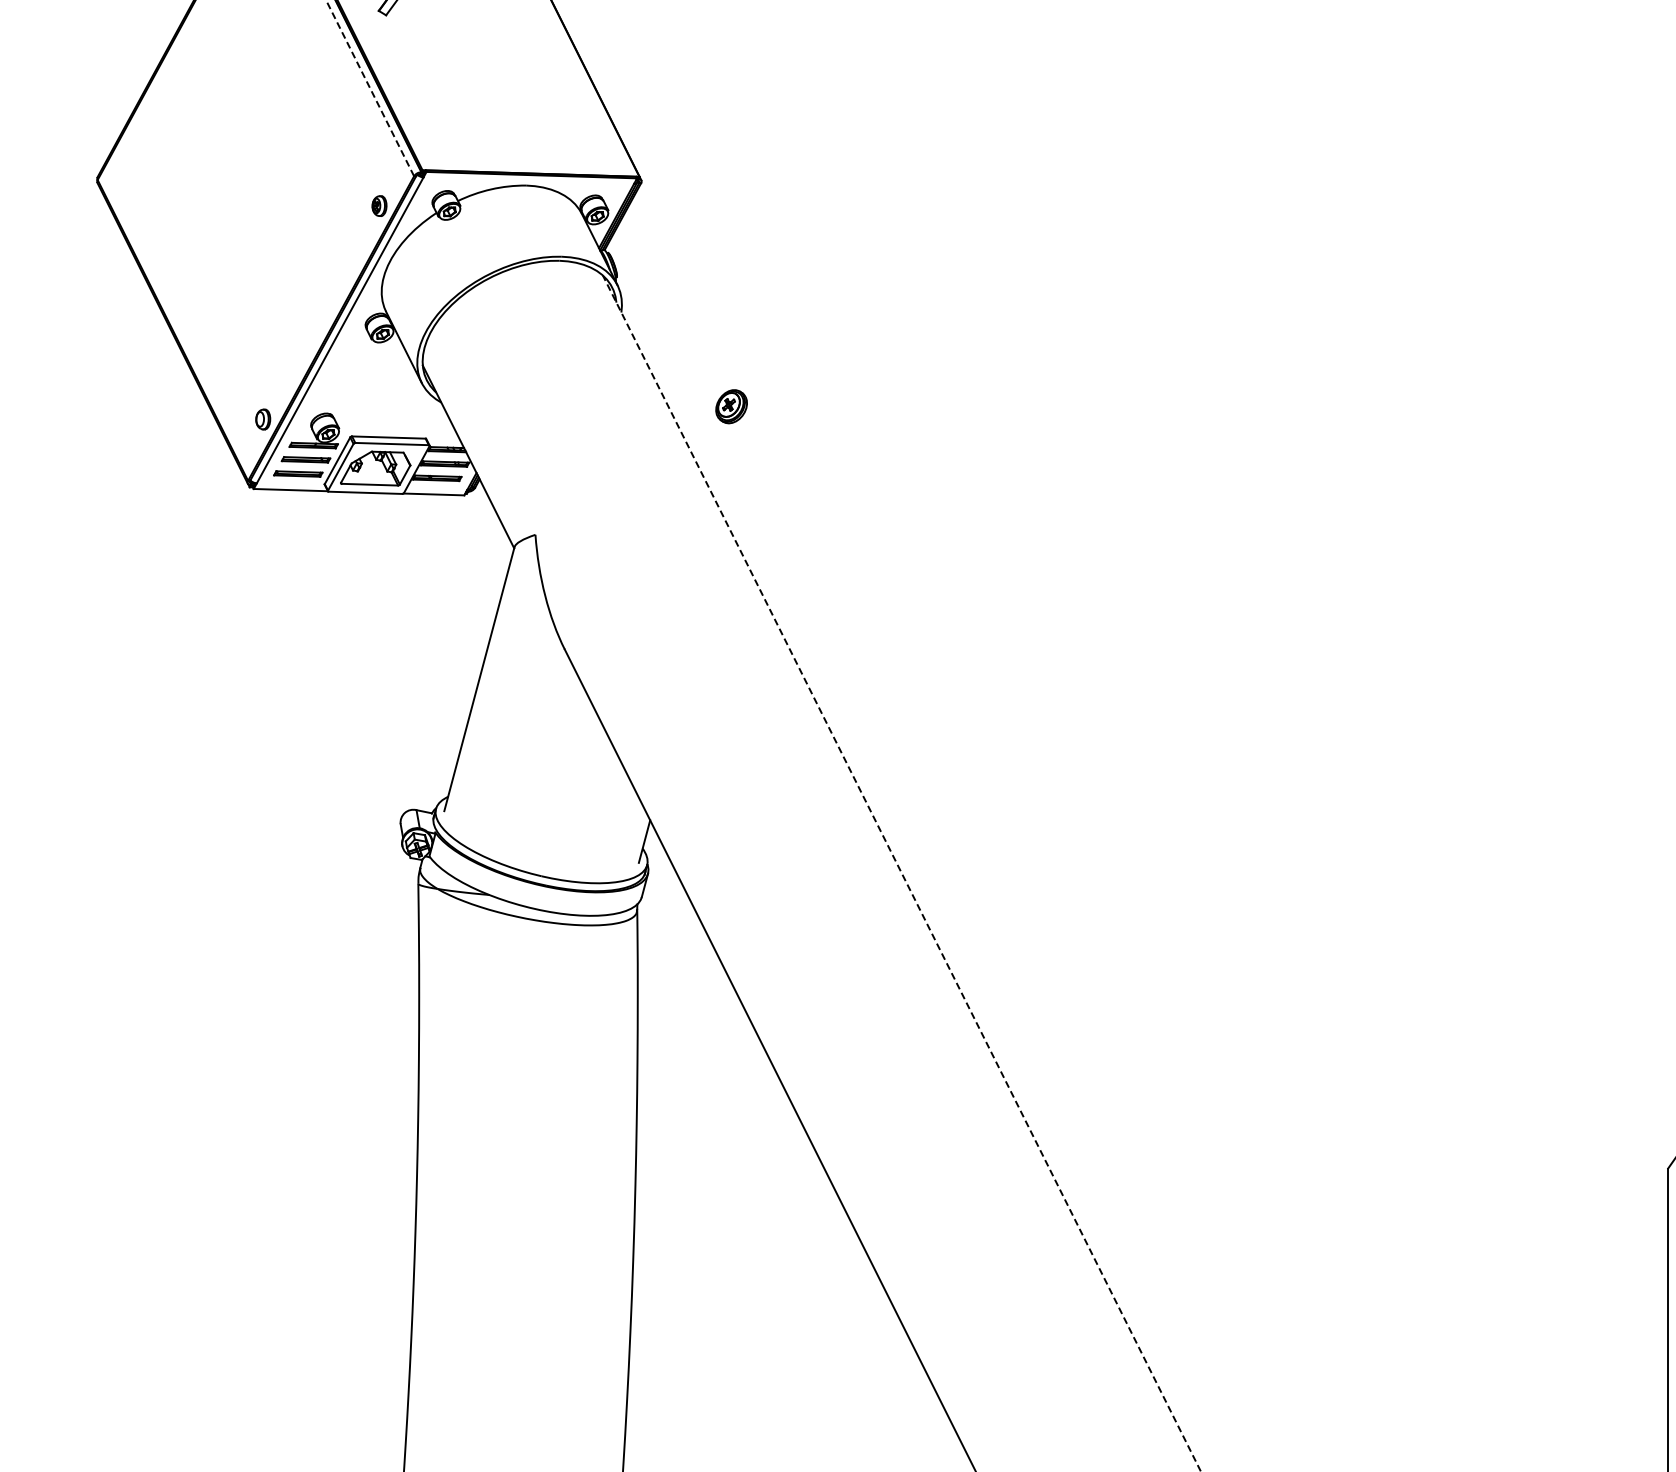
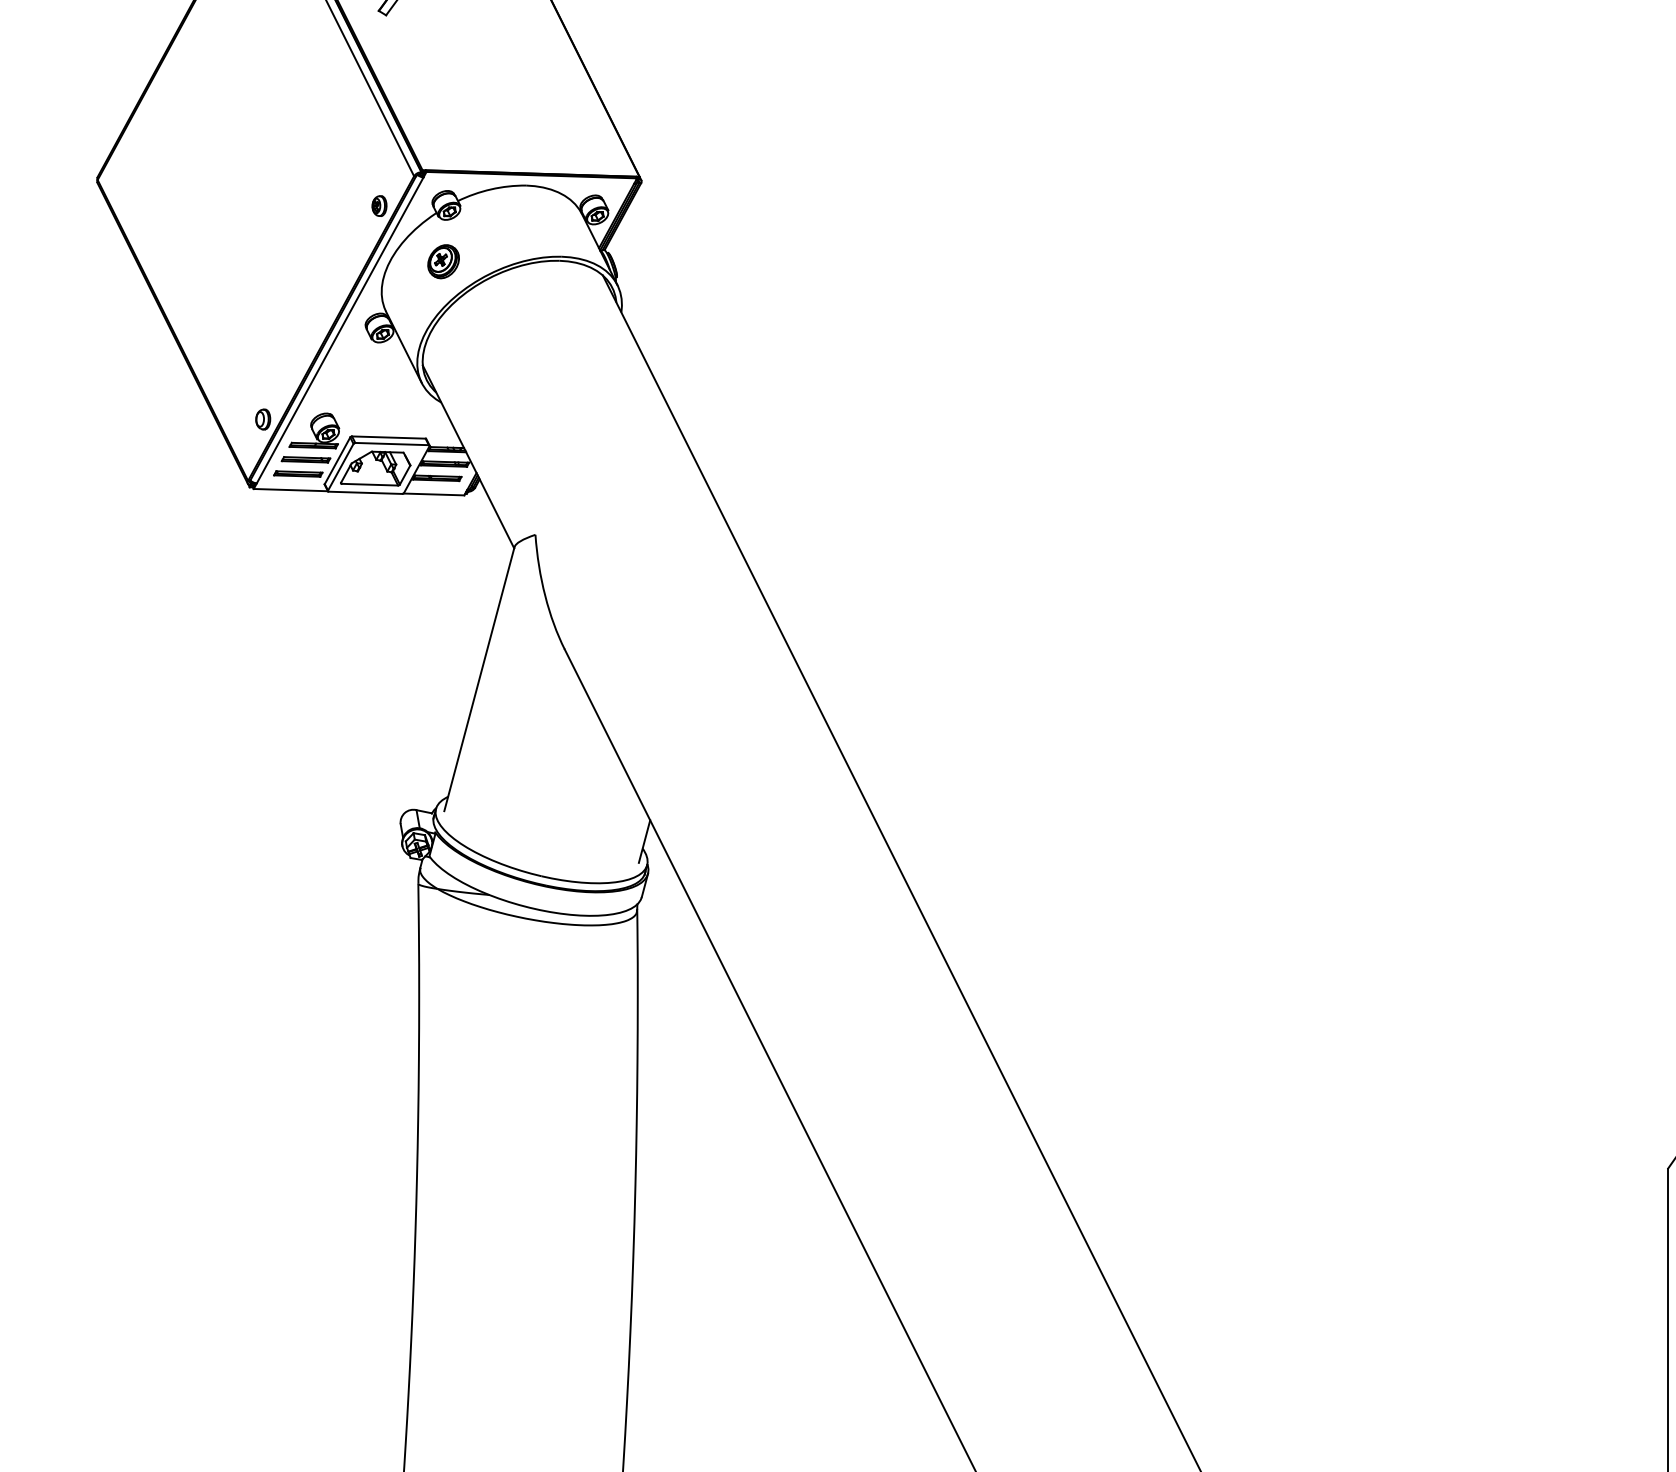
line at (369, 87): dashed -> solid
part at (731, 406) position: (731, 406) -> (443, 261)
line at (901, 873): dashed -> solid
